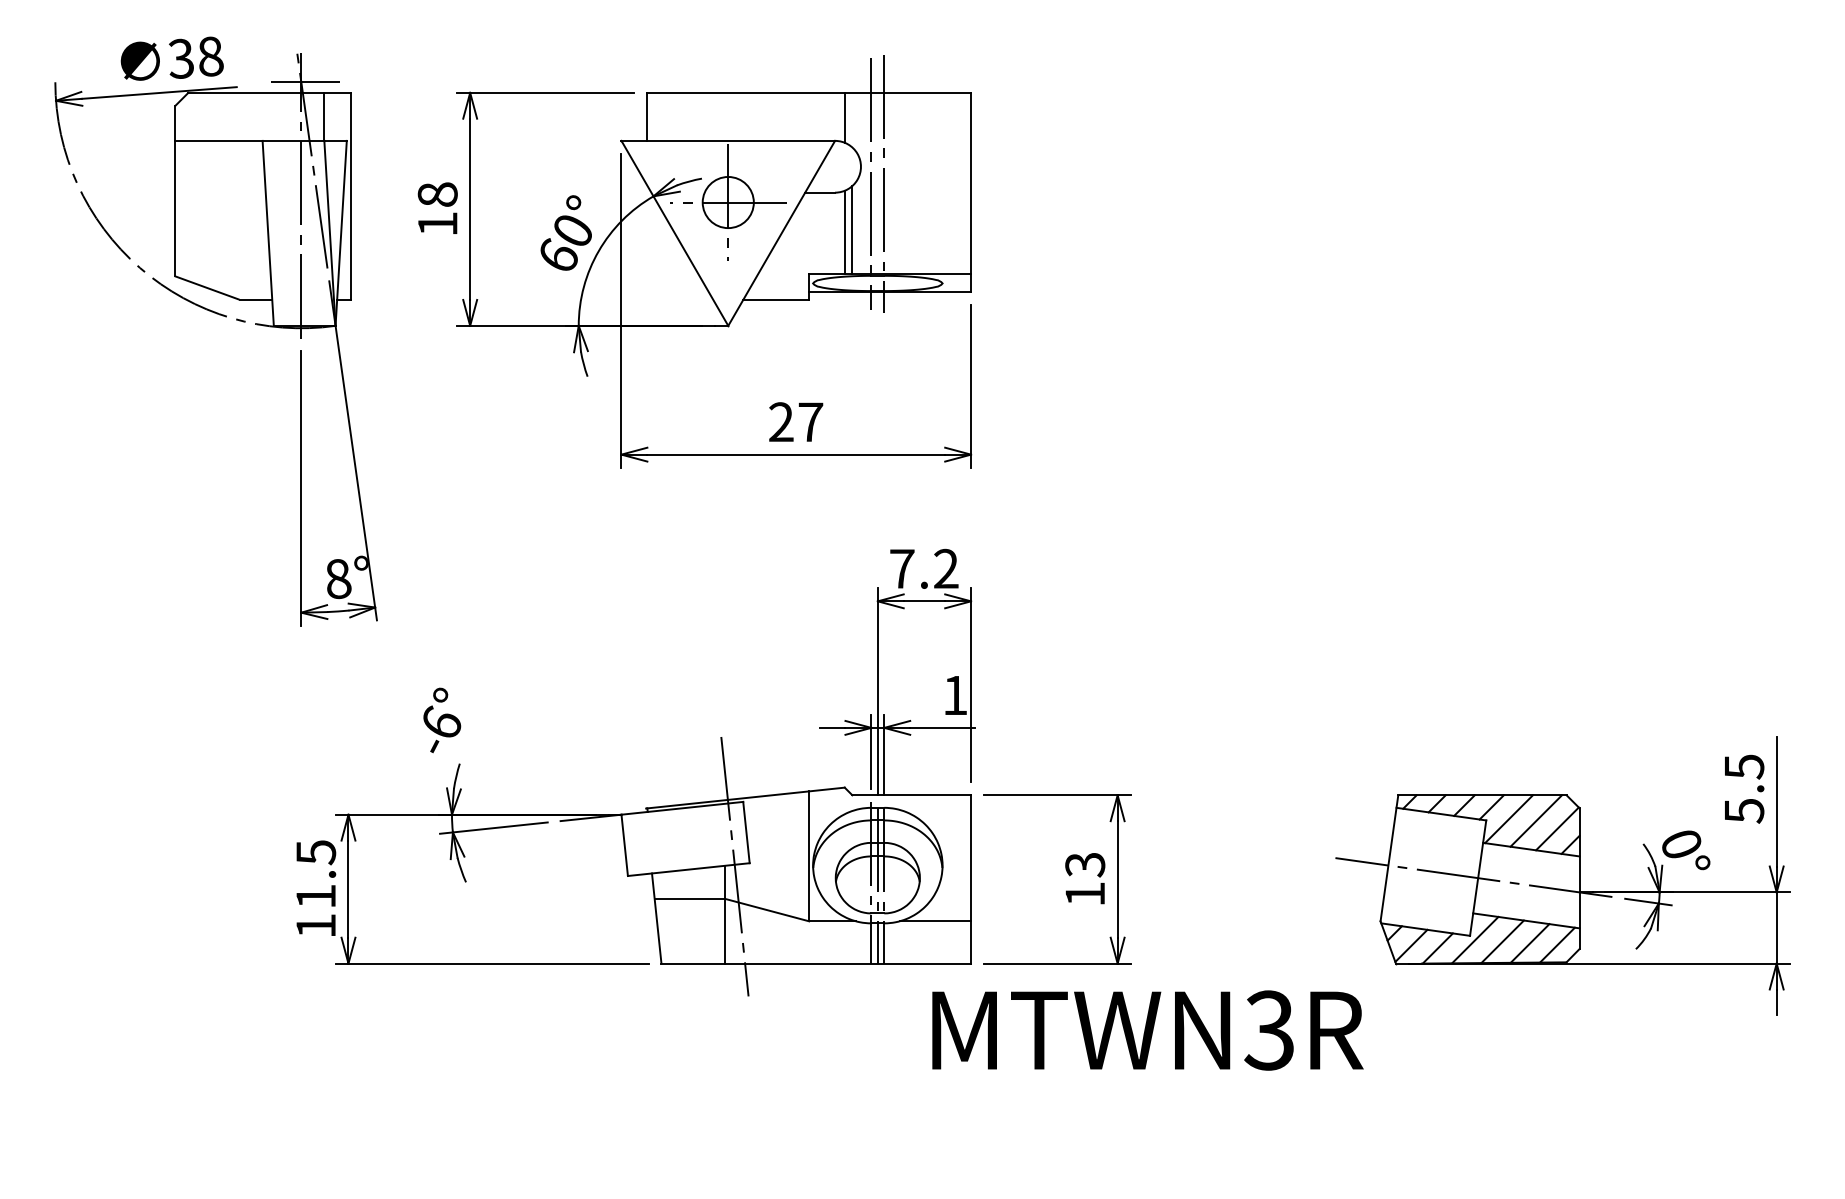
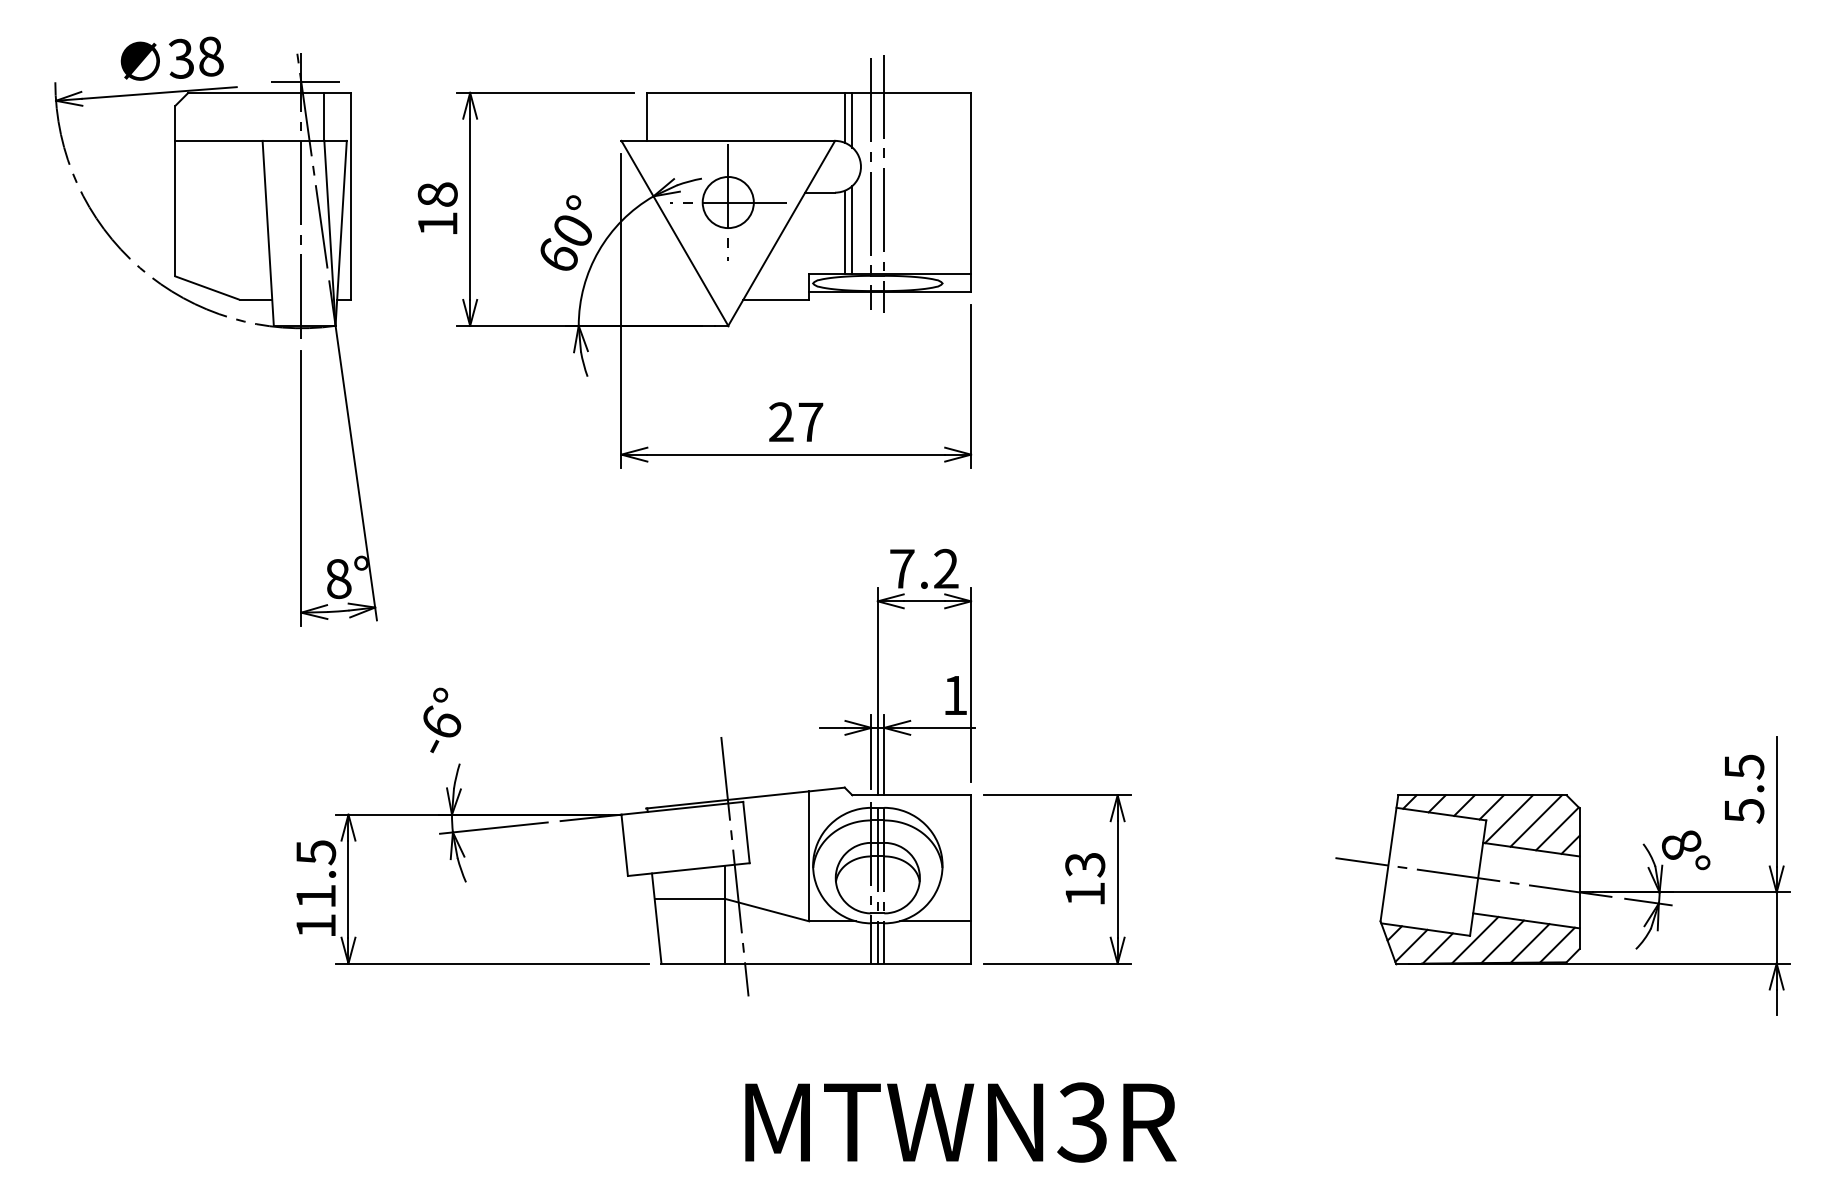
line at (852, 119): none -> present
text at (1681, 844): 0° -> 8°
text at (1147, 1030) position: (1147, 1030) -> (960, 1122)
